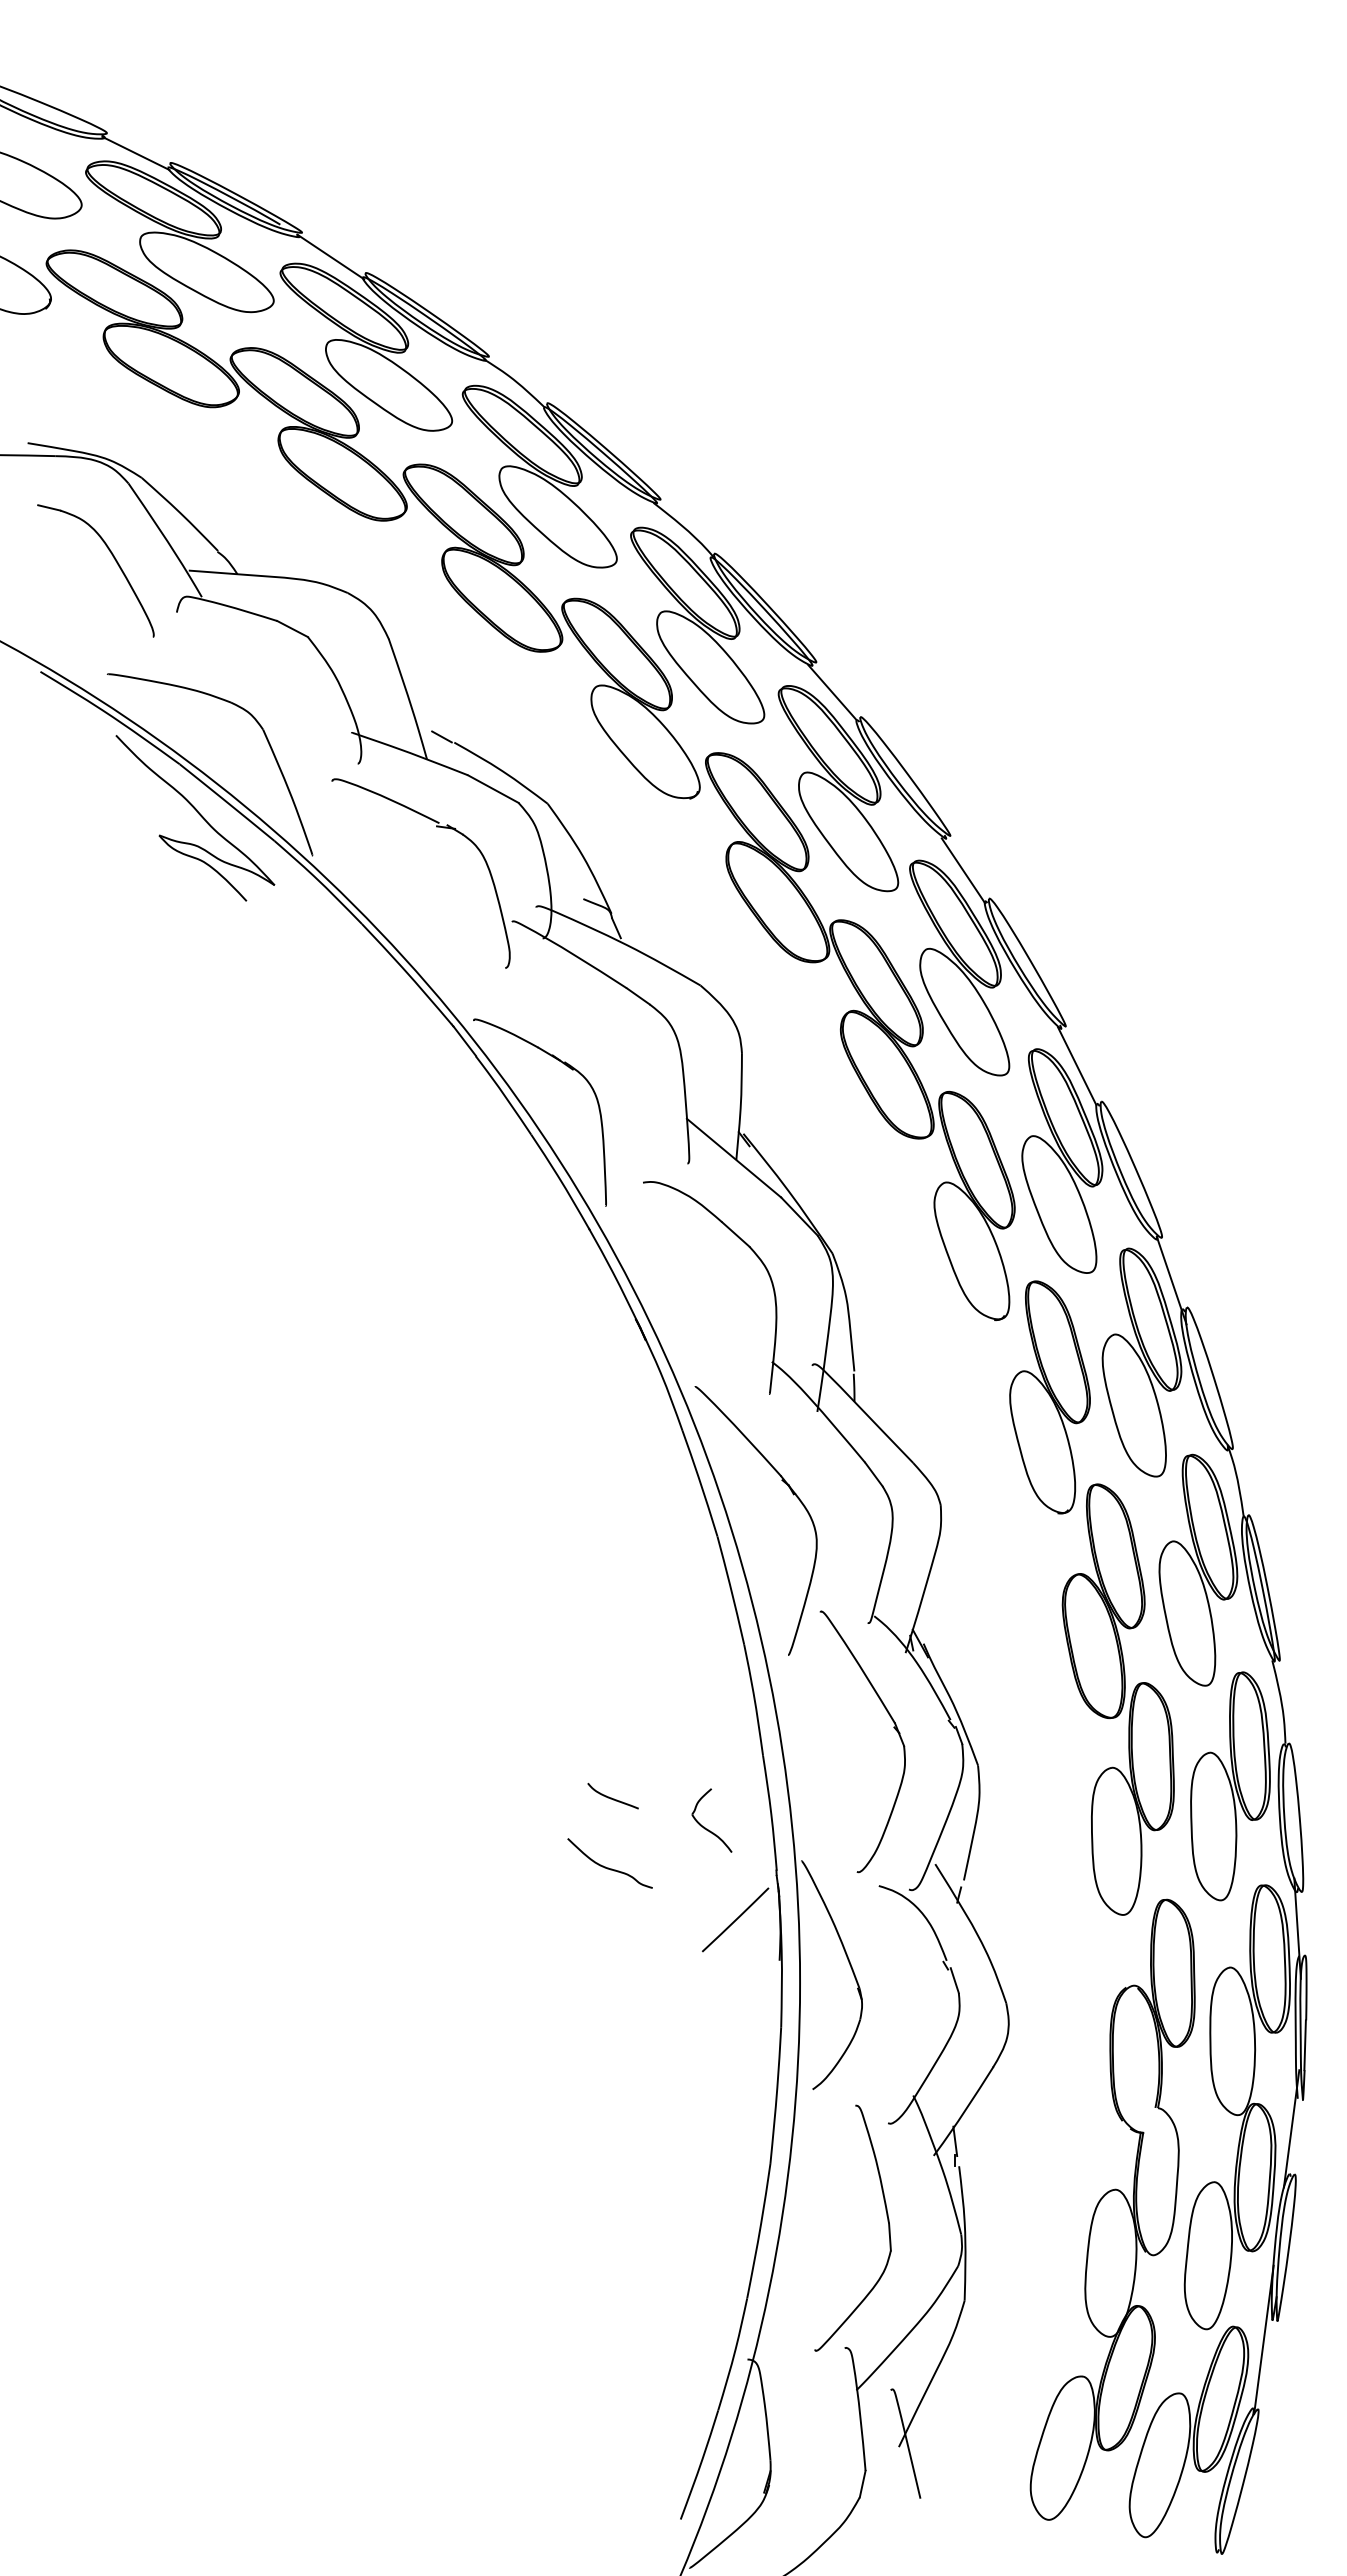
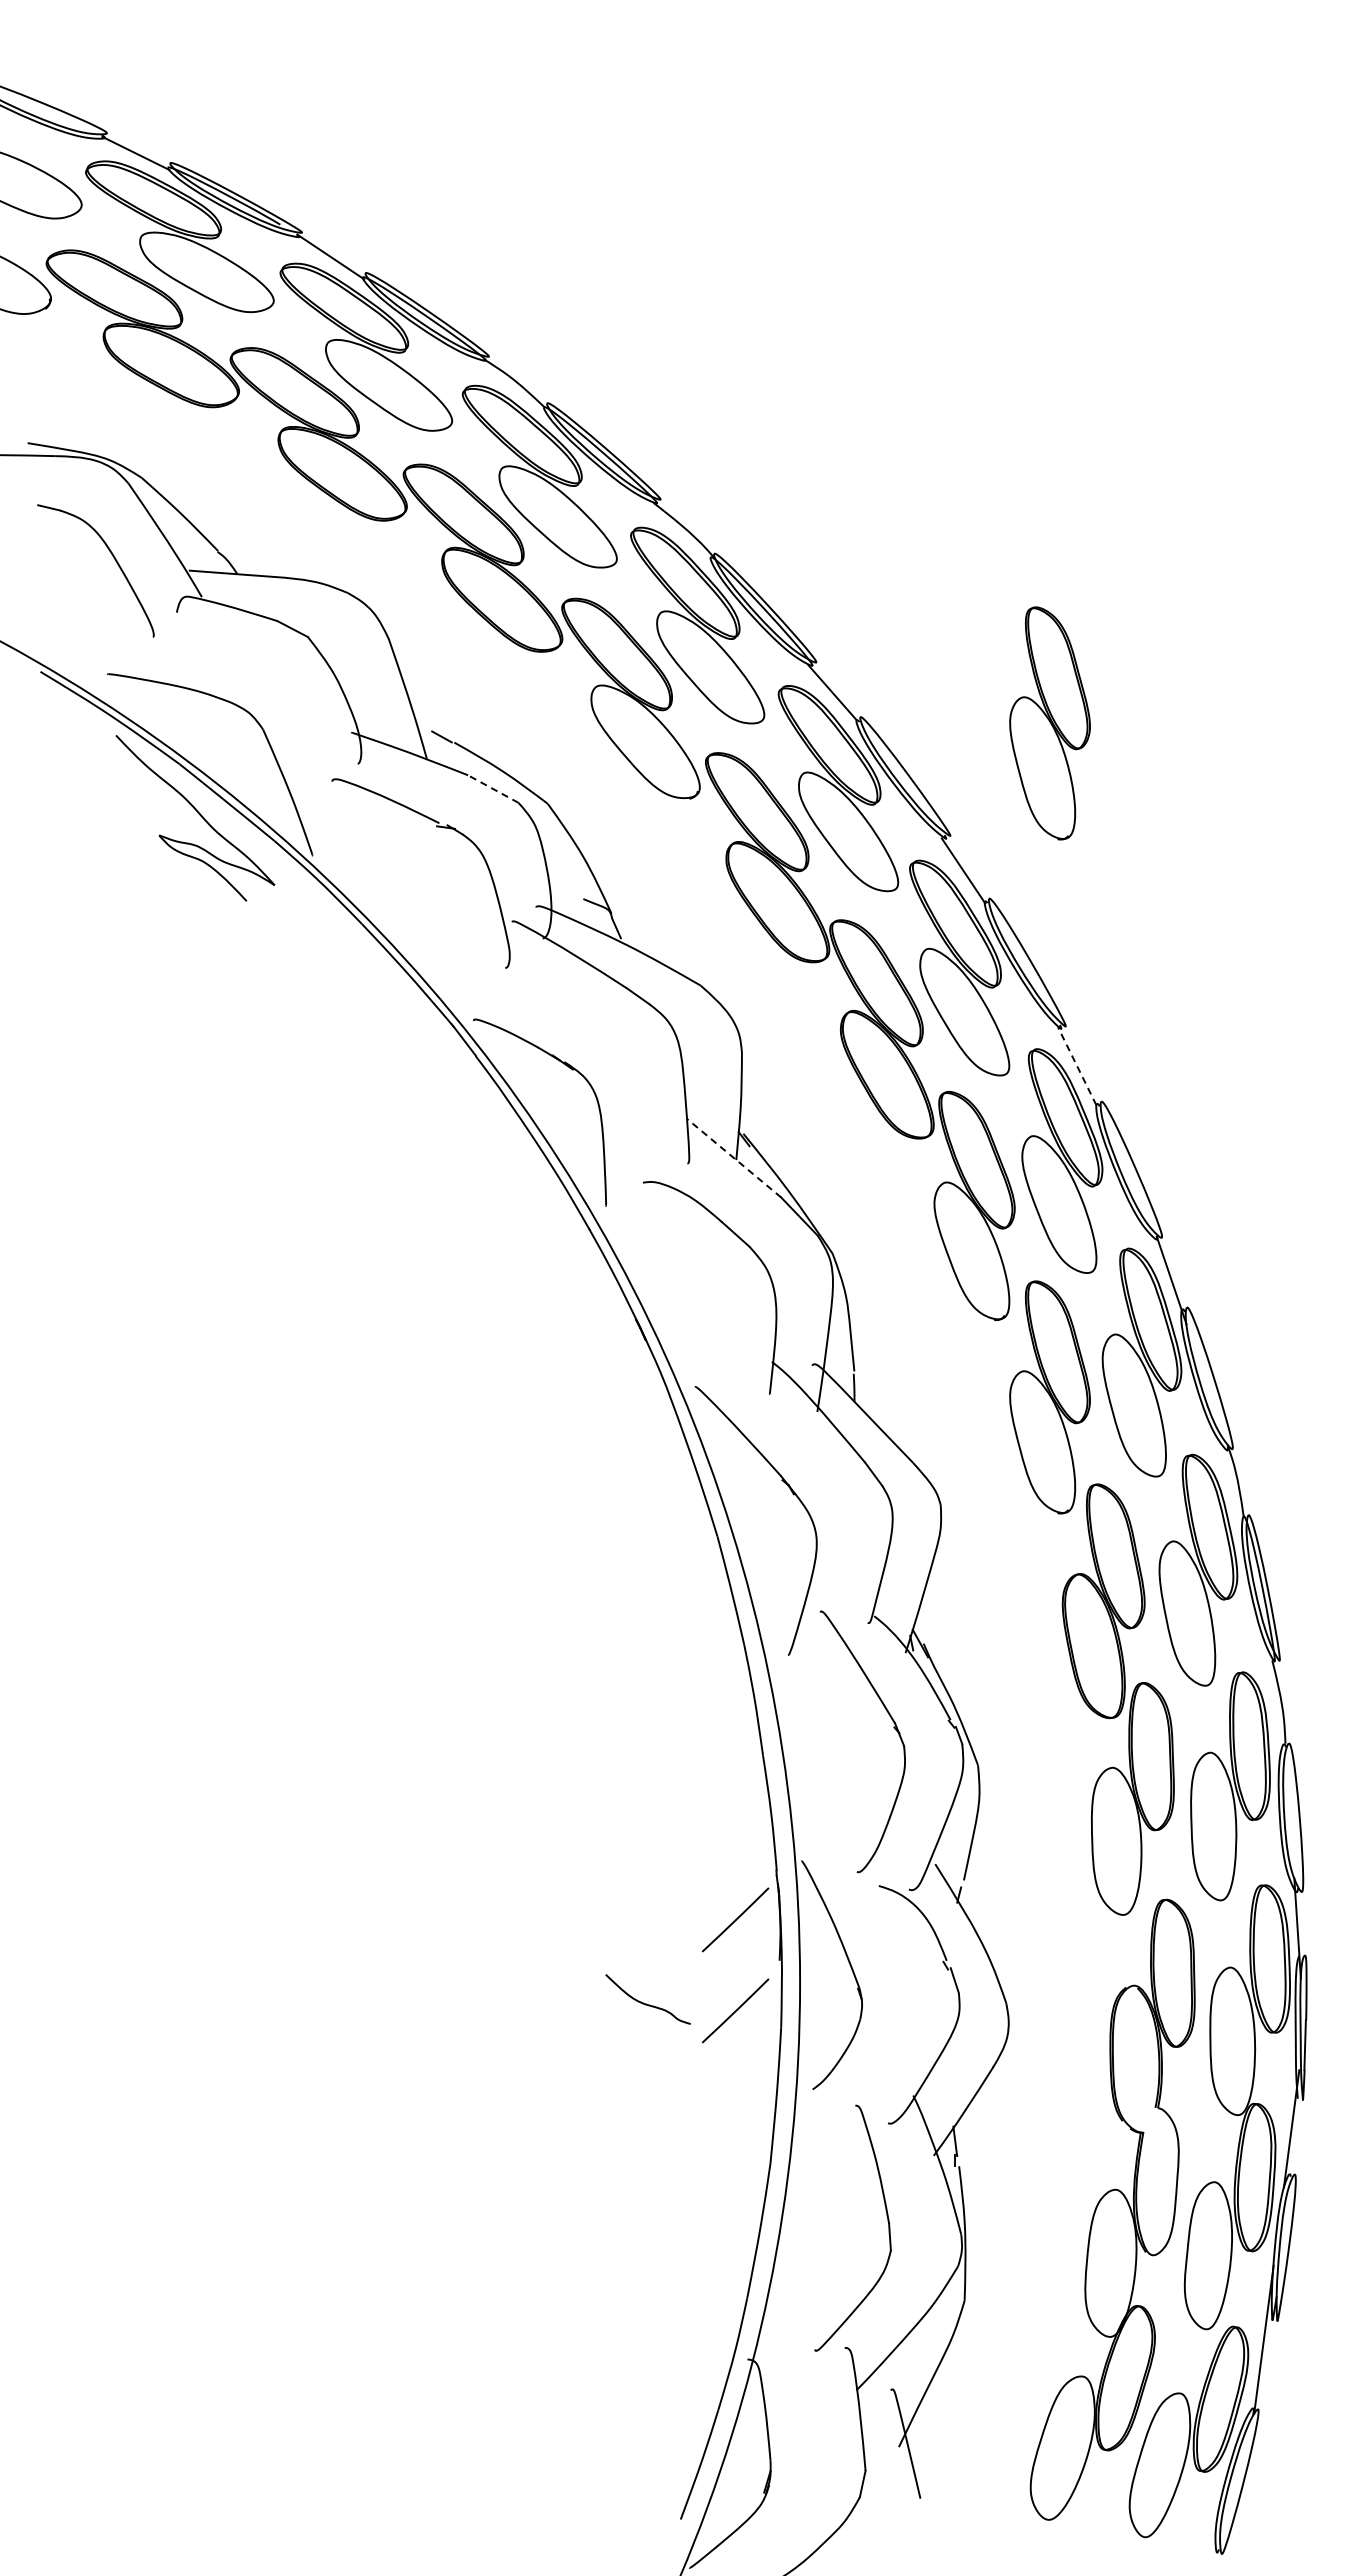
part at (1049, 723): none -> present
line at (493, 789): solid -> dashed
line at (1076, 1065): solid -> dashed
line at (733, 1157): solid -> dashed
curve at (611, 1797): present -> none
part at (707, 1828): present -> none
curve at (608, 1867) position: (608, 1867) -> (646, 2003)
line at (735, 2010): none -> present
